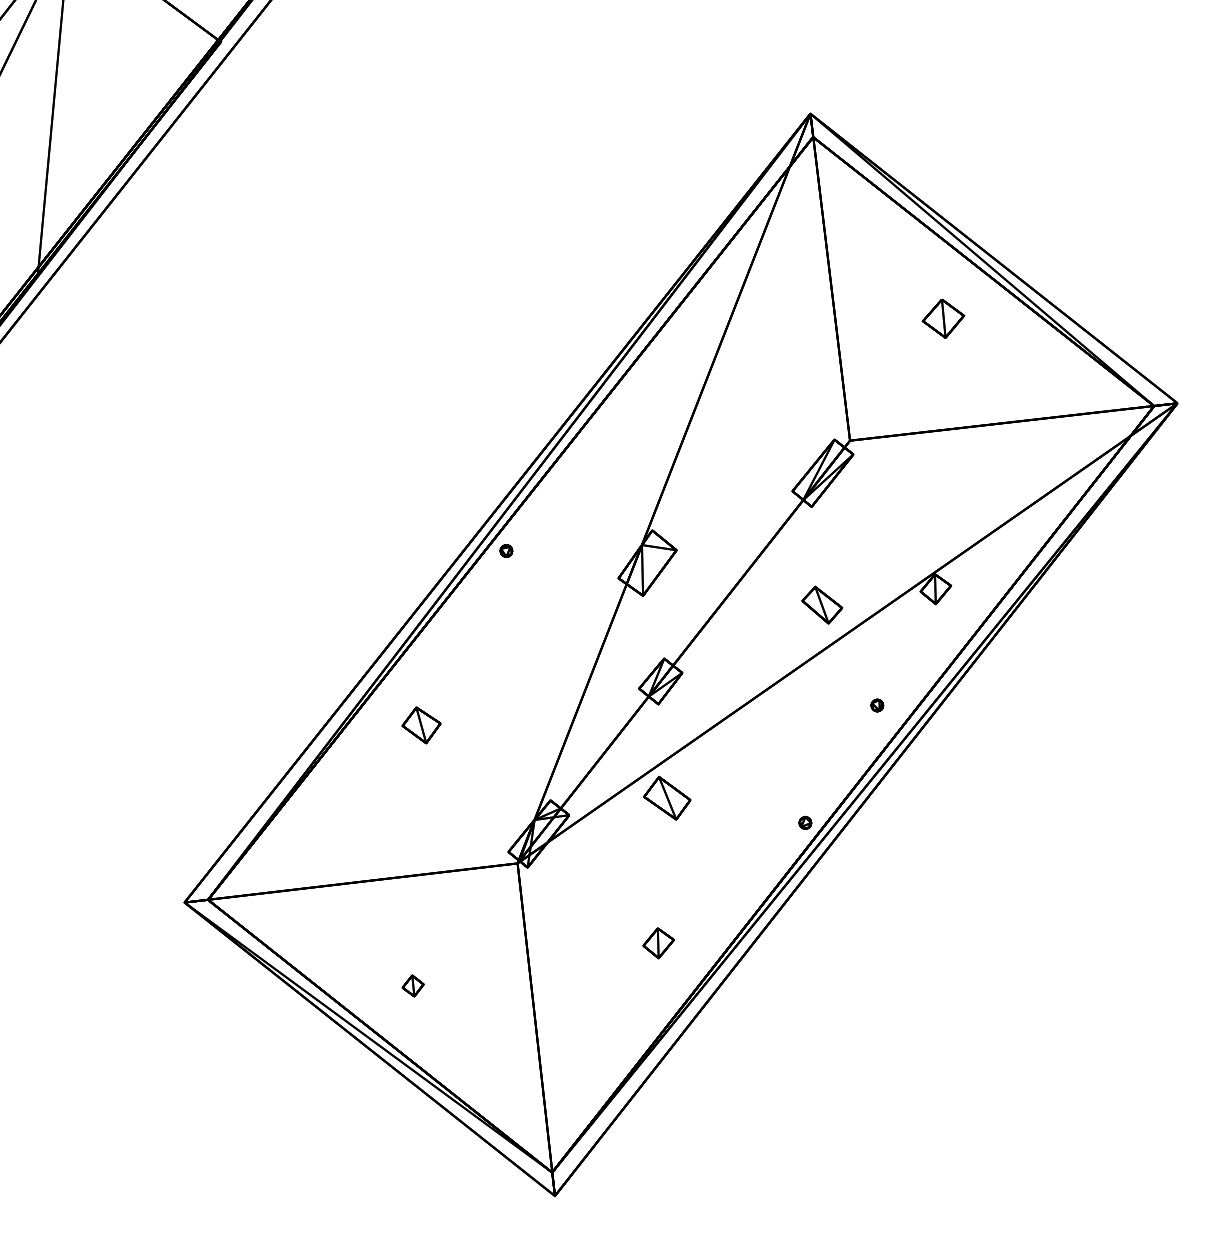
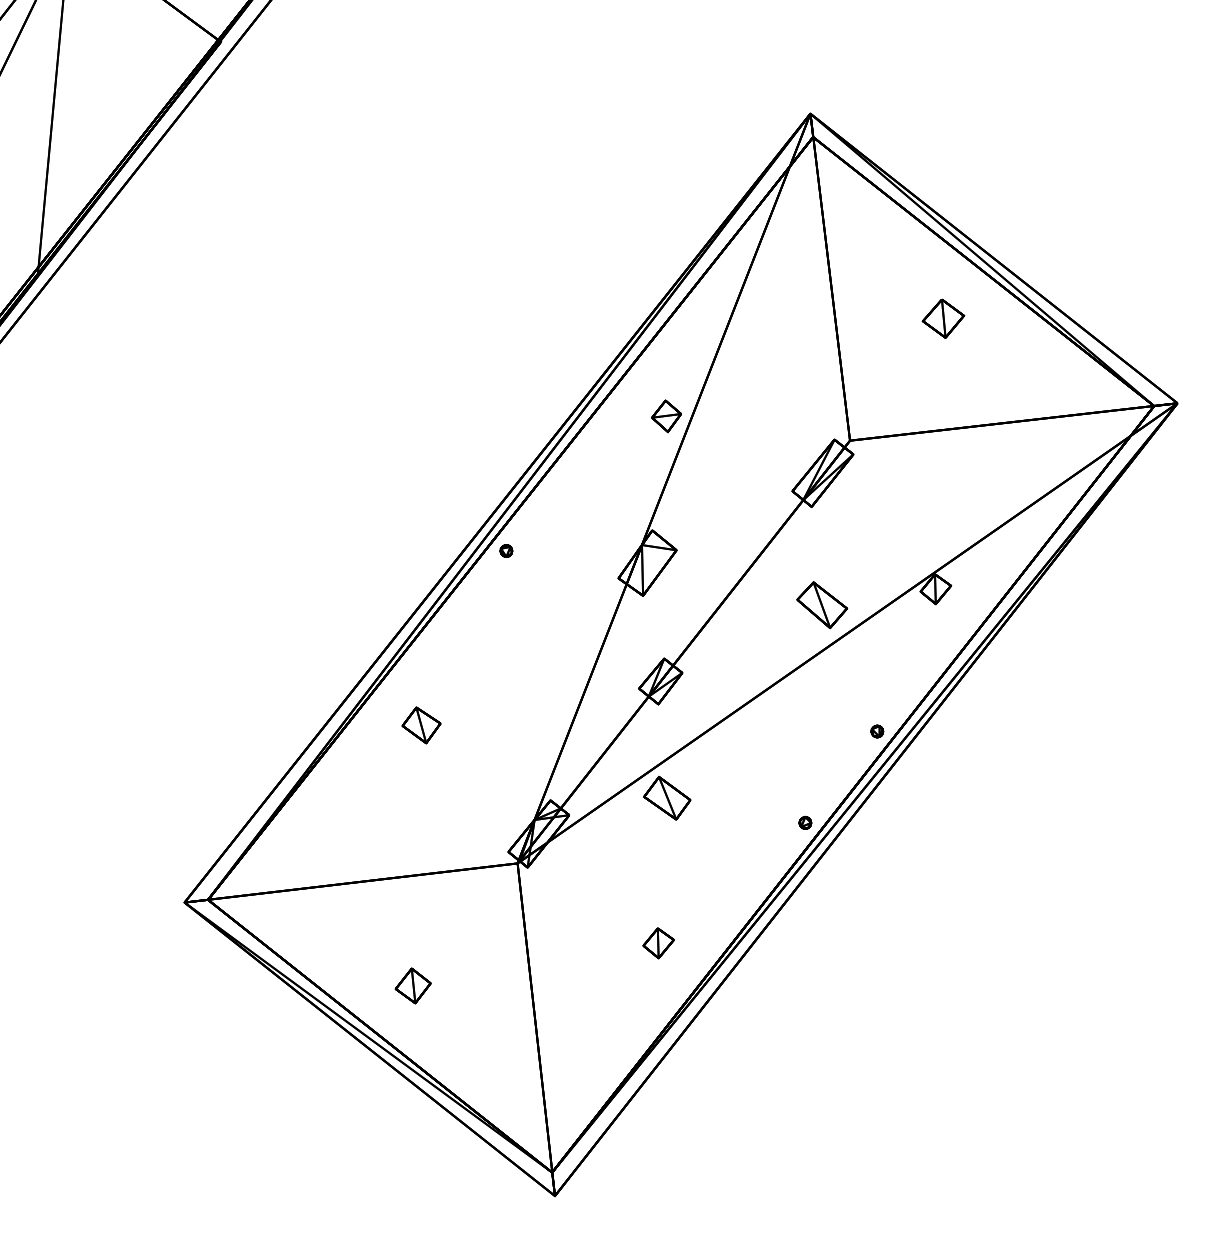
part at (666, 416): none -> present
part at (822, 604) size: 43x40 px -> 53x49 px
part at (877, 705) position: (877, 705) -> (877, 731)
part at (412, 985) size: 24x24 px -> 38x38 px
